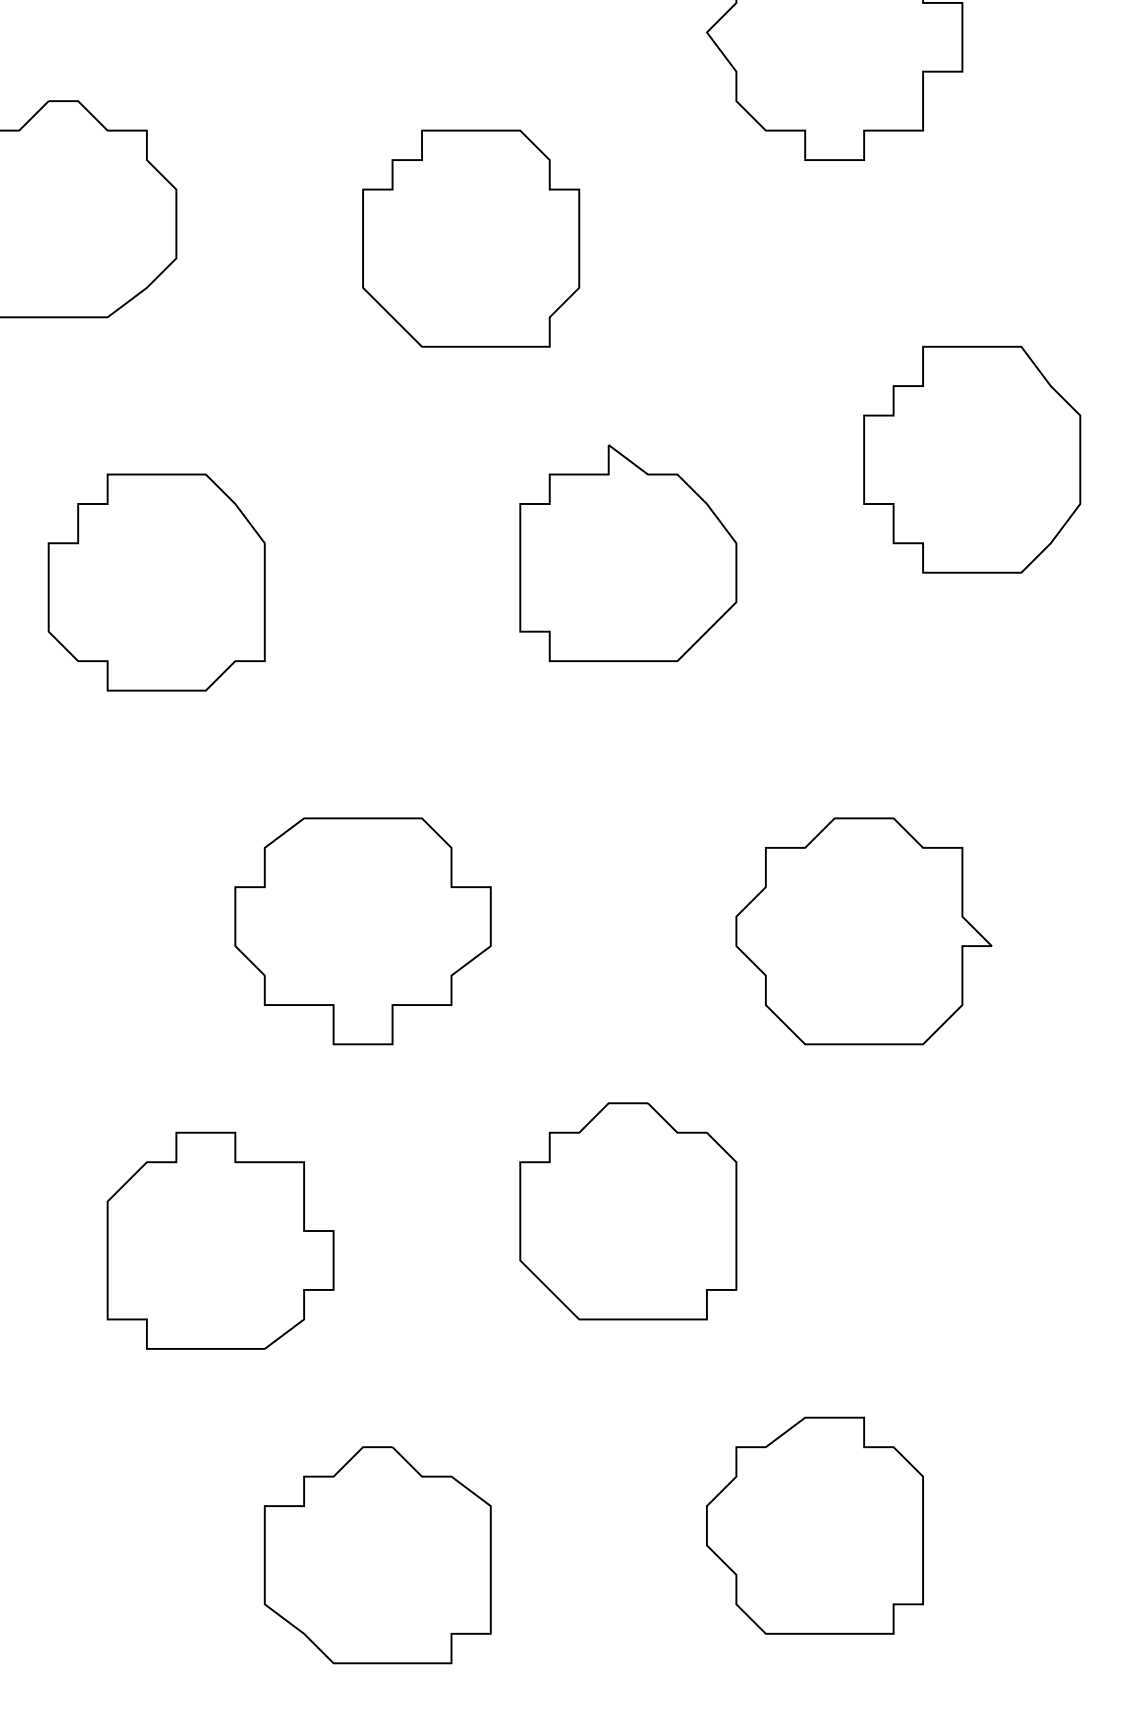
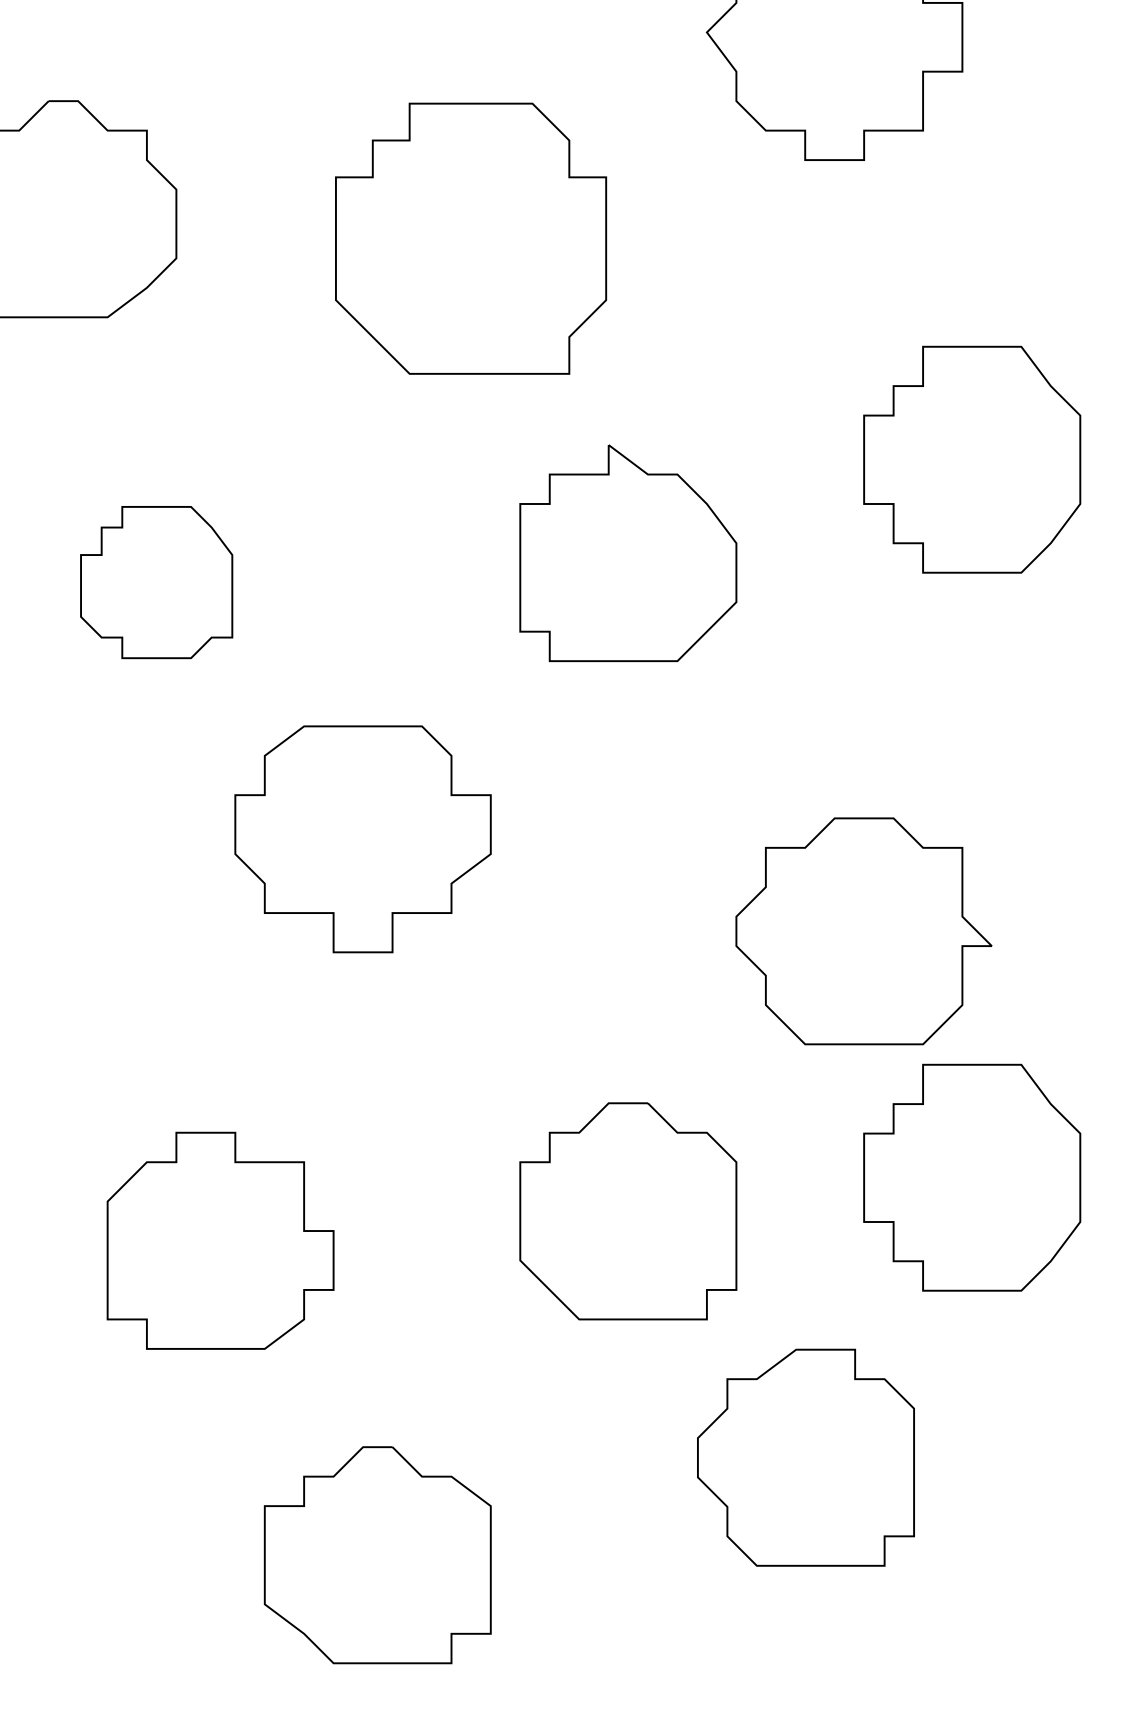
part at (471, 238) size: 219x219 px -> 273x273 px
part at (156, 582) size: 219x219 px -> 154x154 px
part at (362, 931) position: (362, 931) -> (362, 839)
part at (972, 1177): none -> present
part at (814, 1525) position: (814, 1525) -> (805, 1457)
